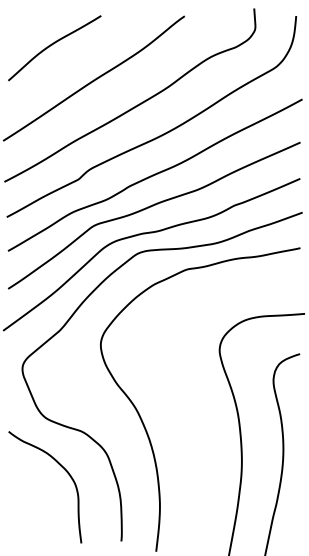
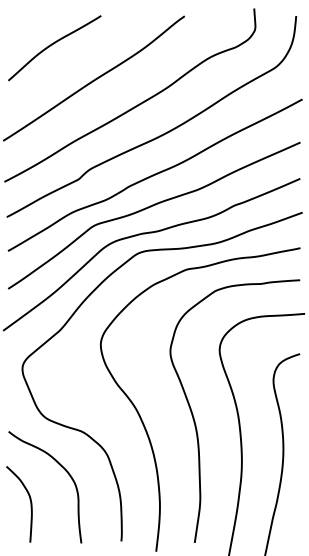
curve at (195, 420): none -> present
curve at (30, 504): none -> present
